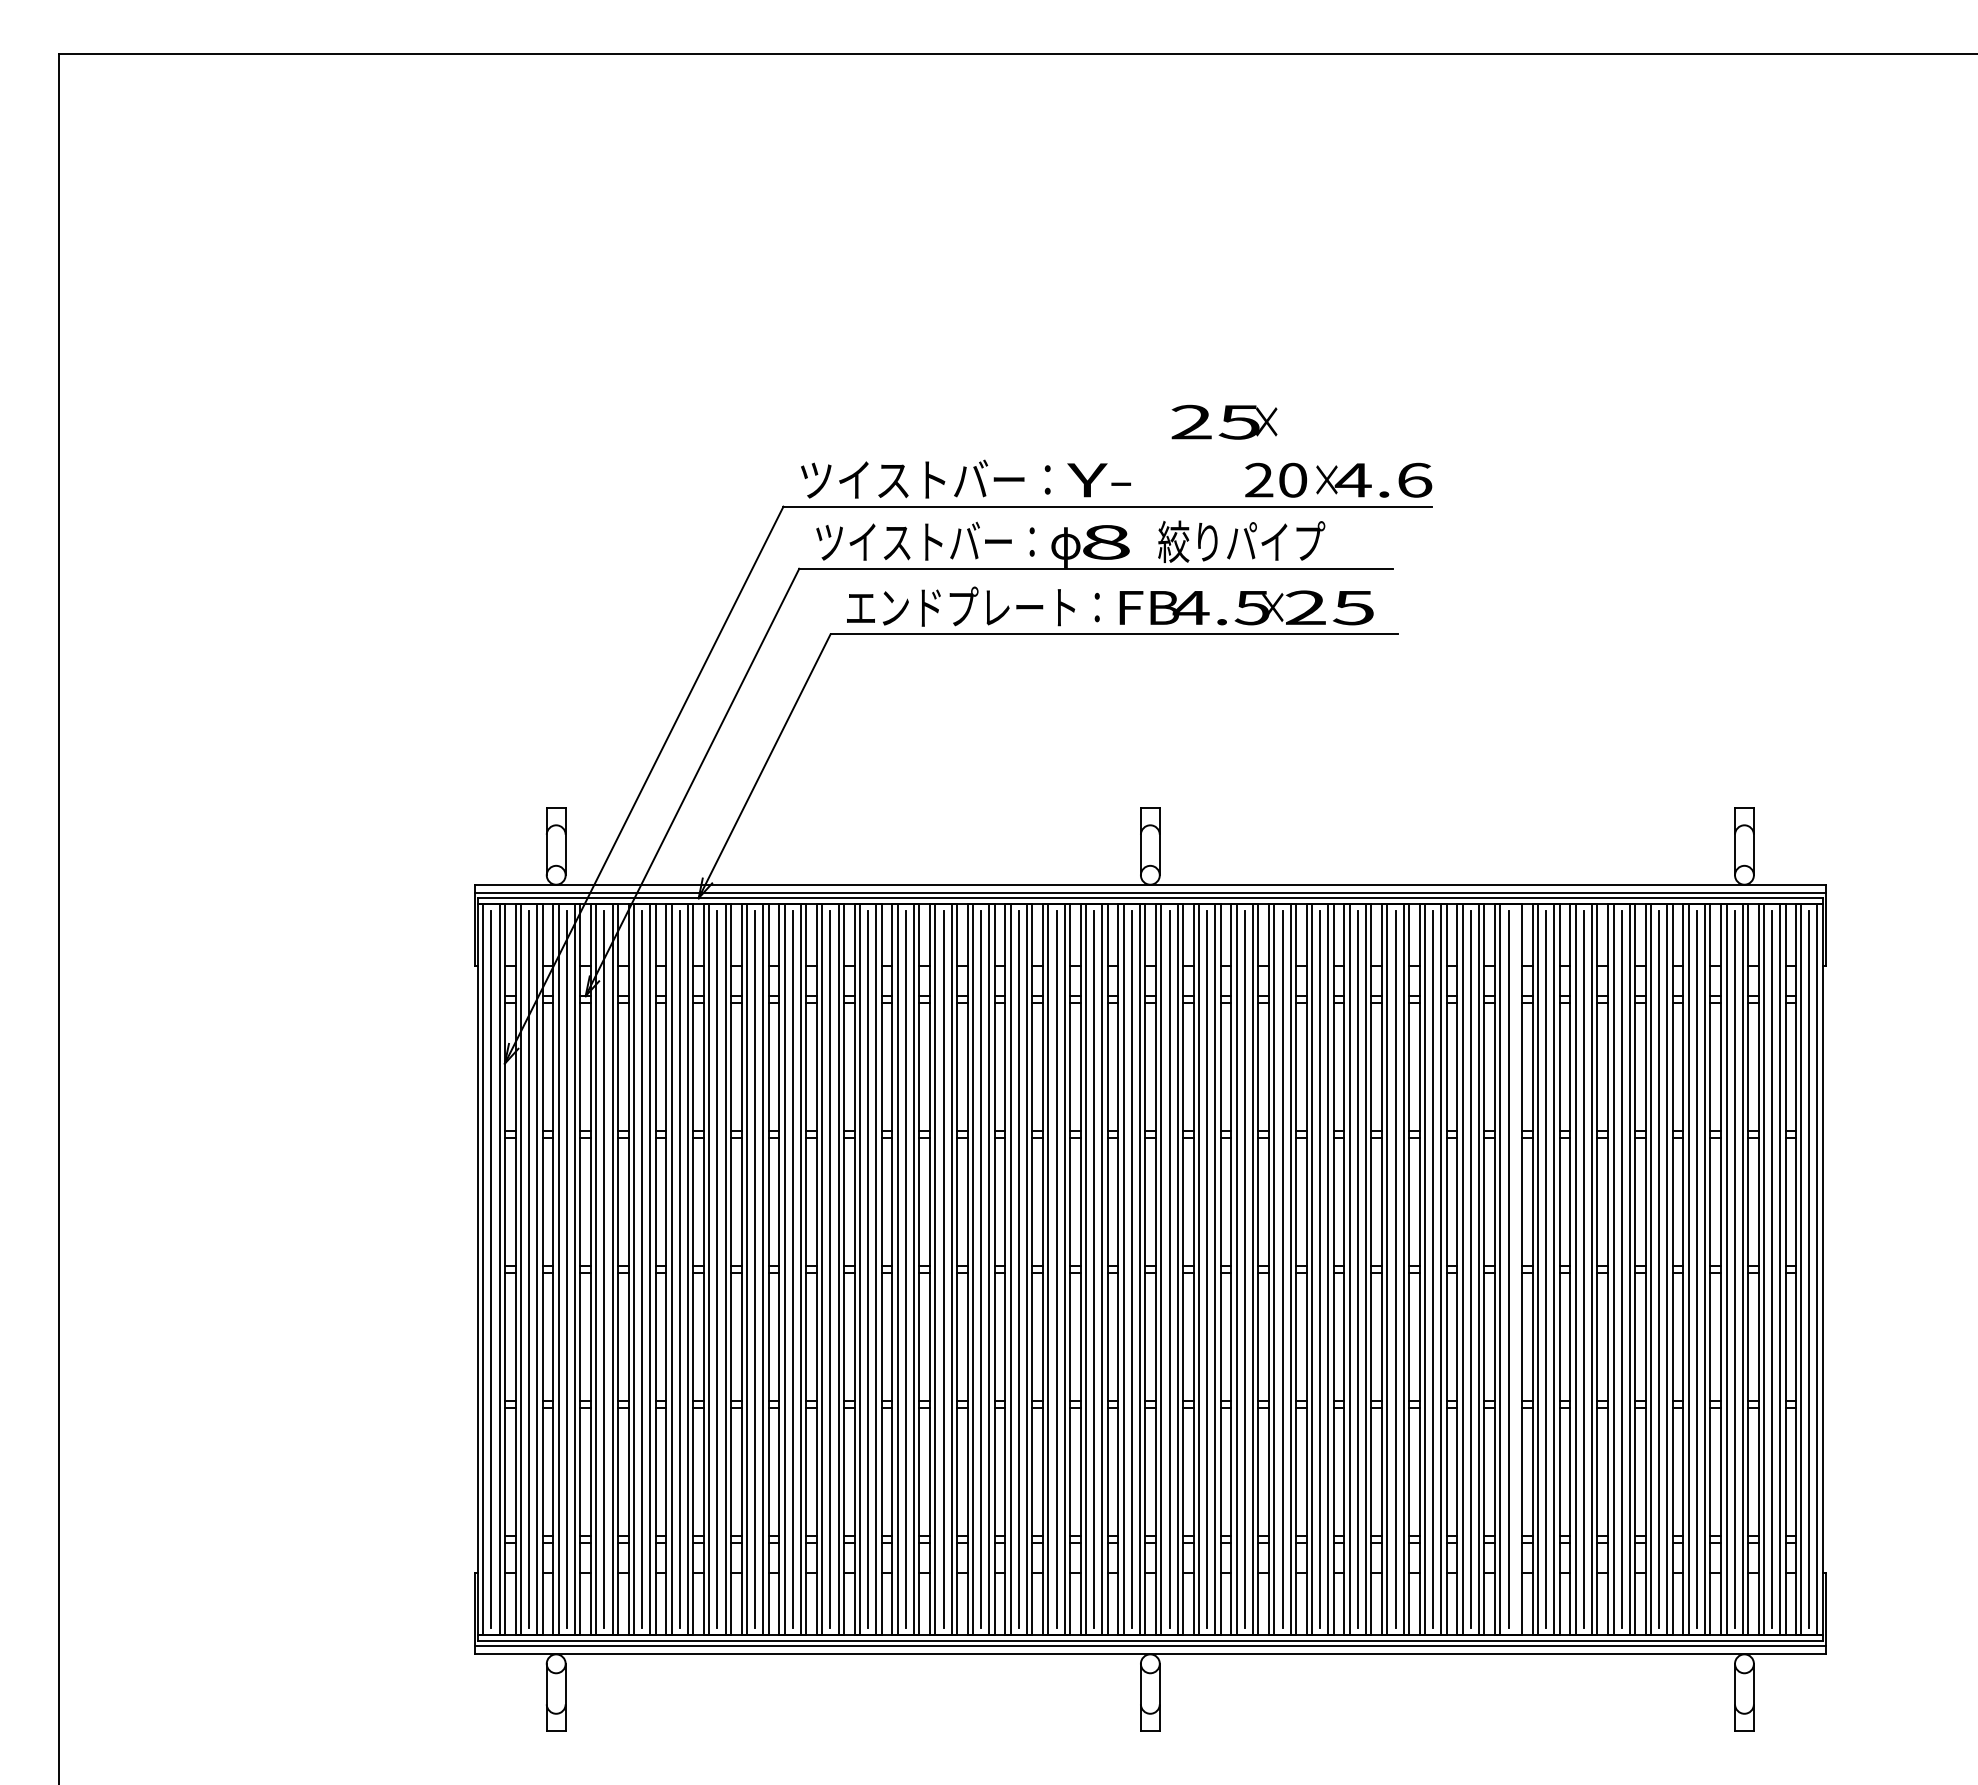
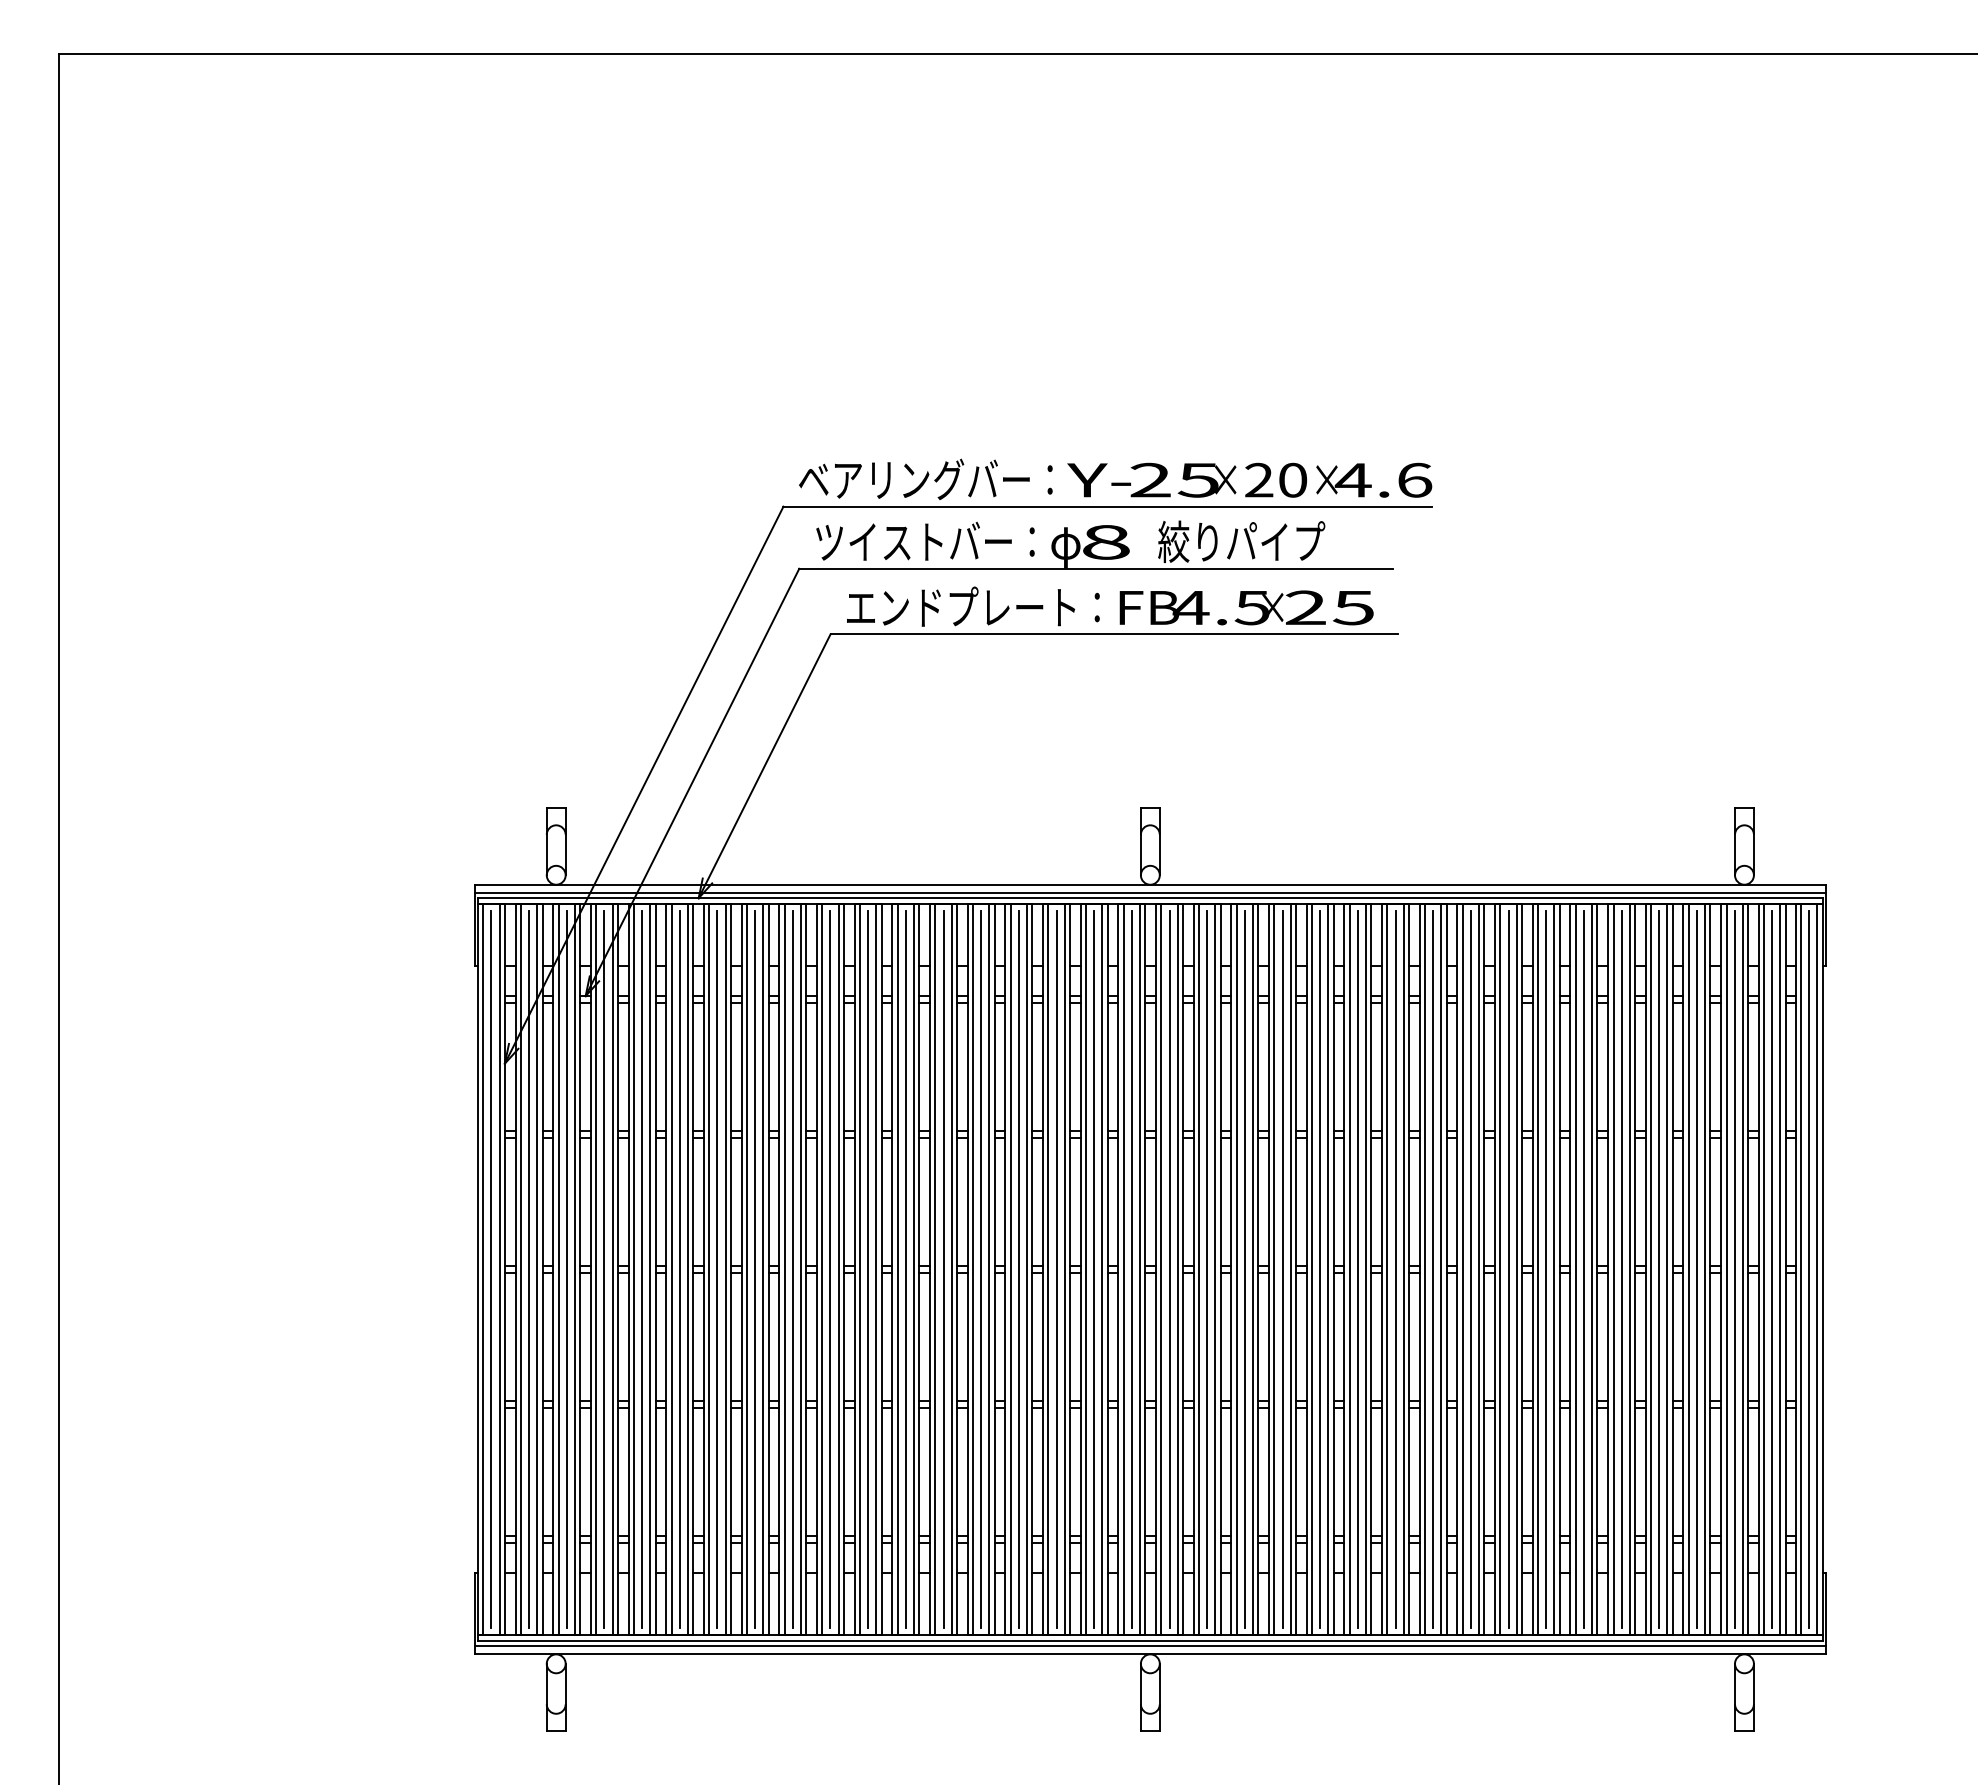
text at (1224, 421) position: (1224, 421) -> (1183, 479)
text at (925, 478): ツイストバー： -> ベアリングバー：
line at (1516, 1269): none -> present
